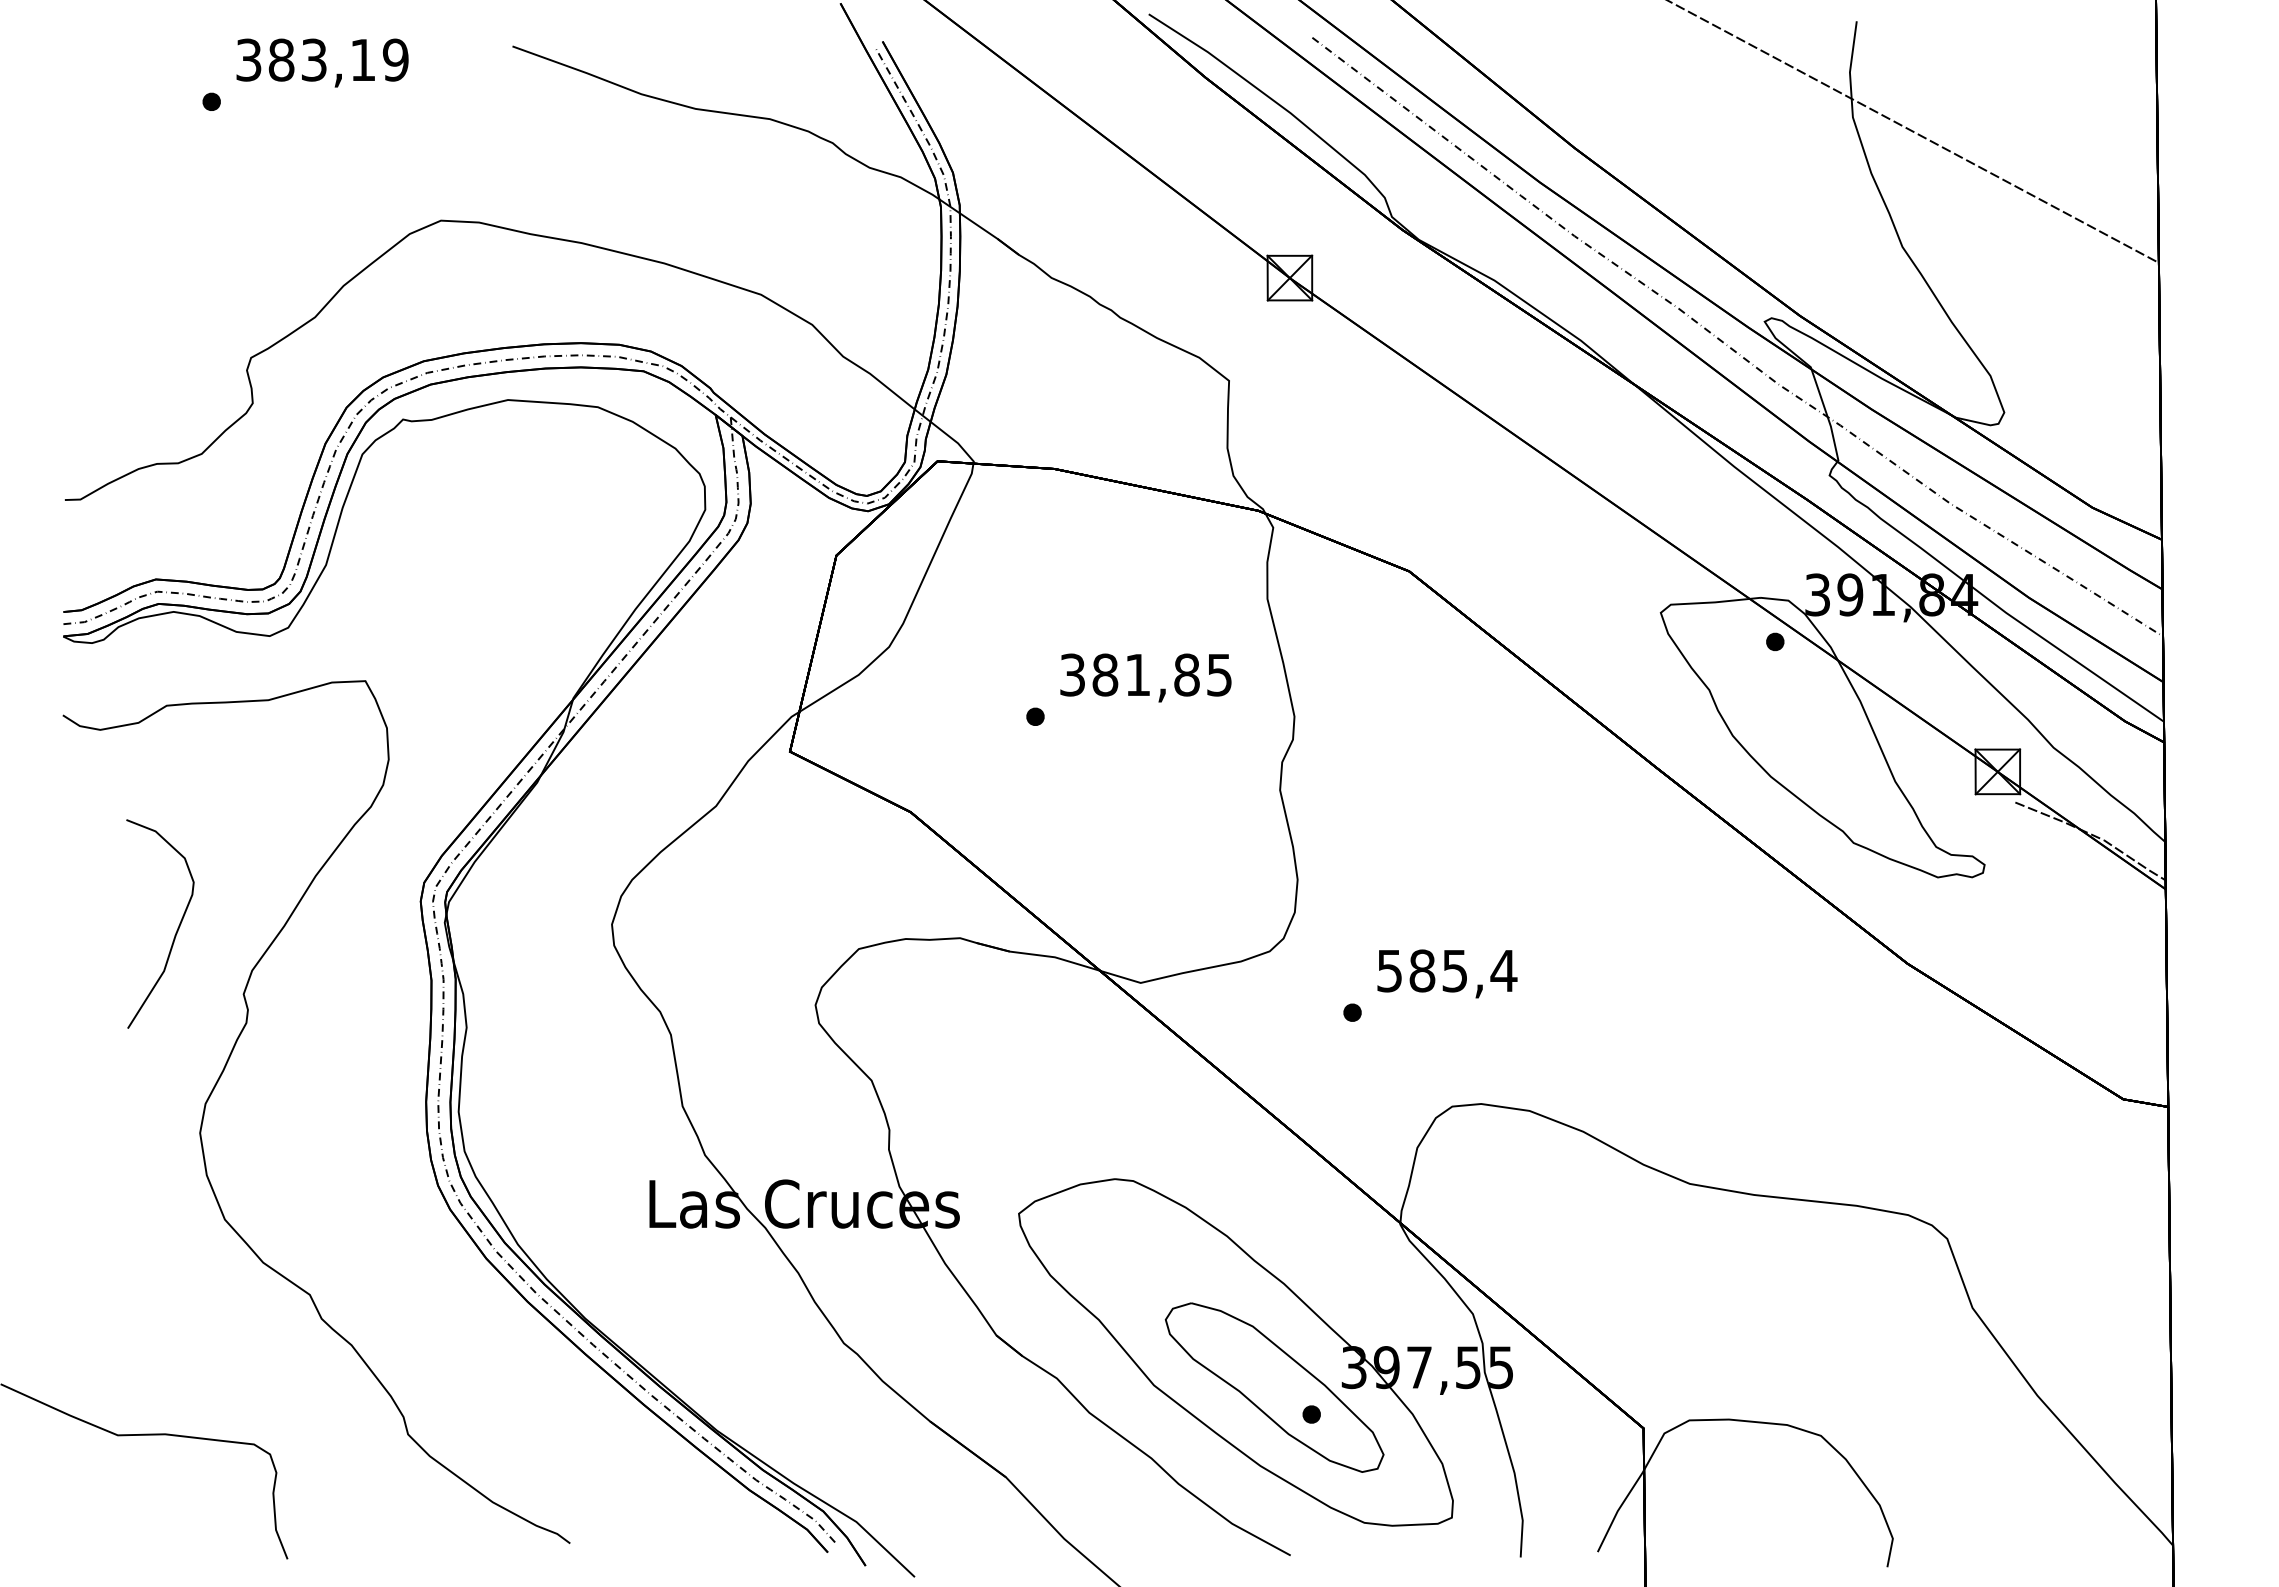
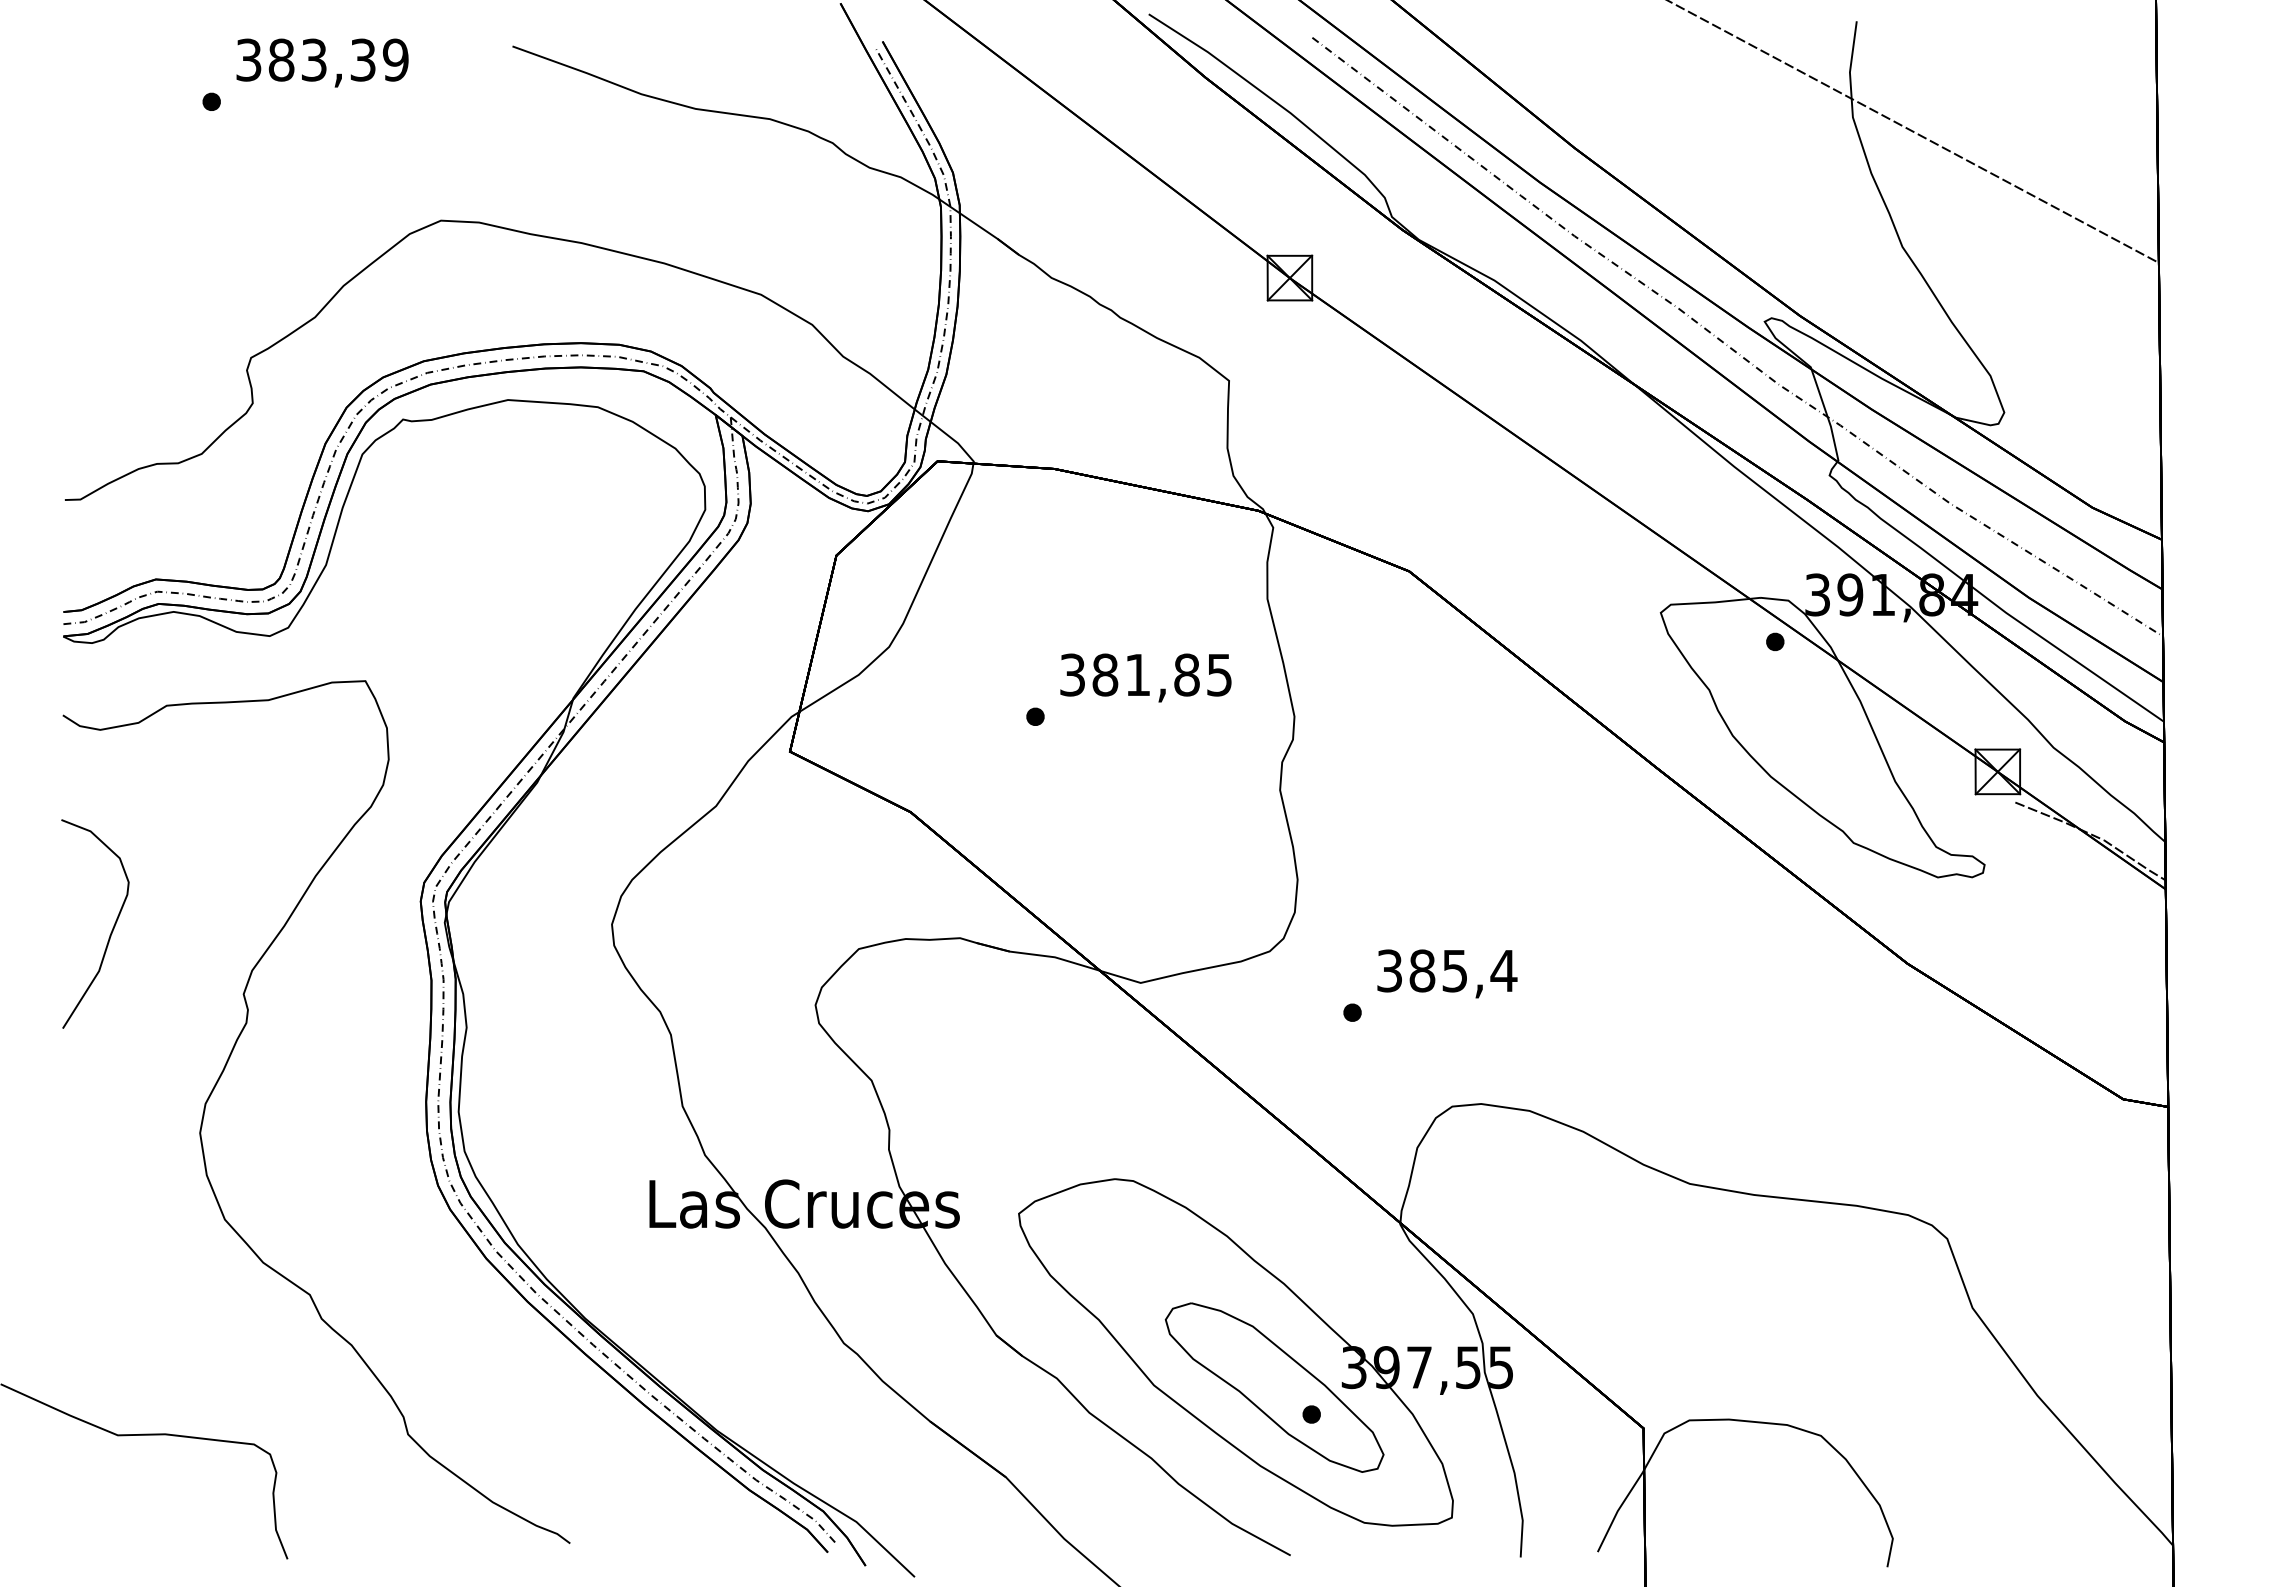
text at (362, 59): 383,19 -> 383,39
curve at (177, 927) position: (177, 927) -> (112, 927)
text at (1389, 970): 585,4 -> 385,4
